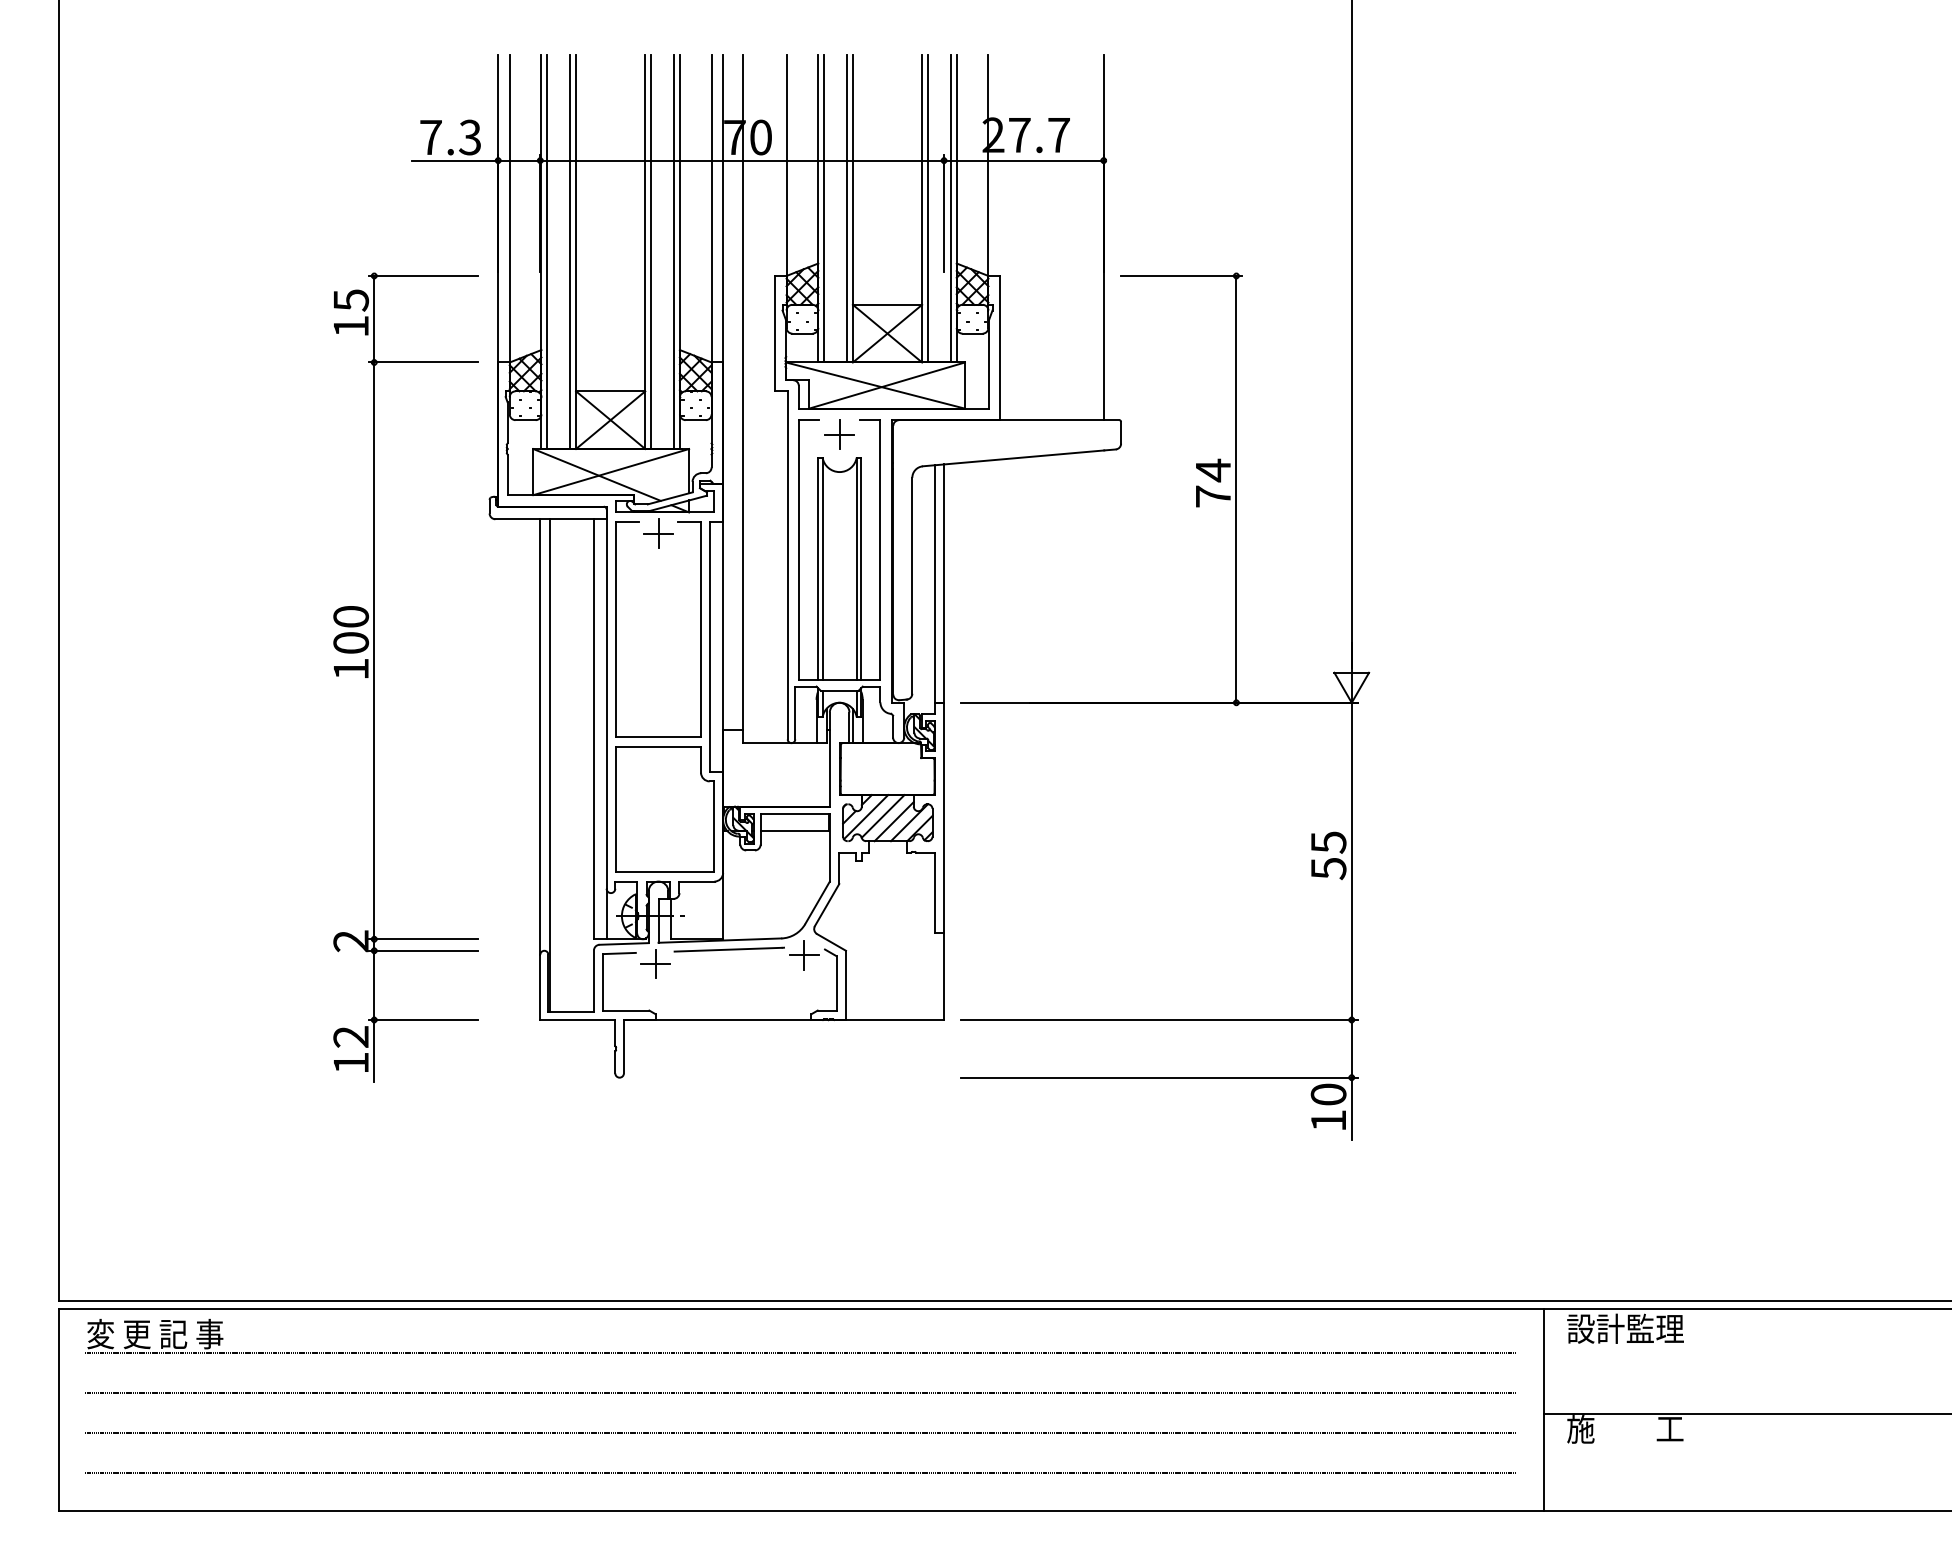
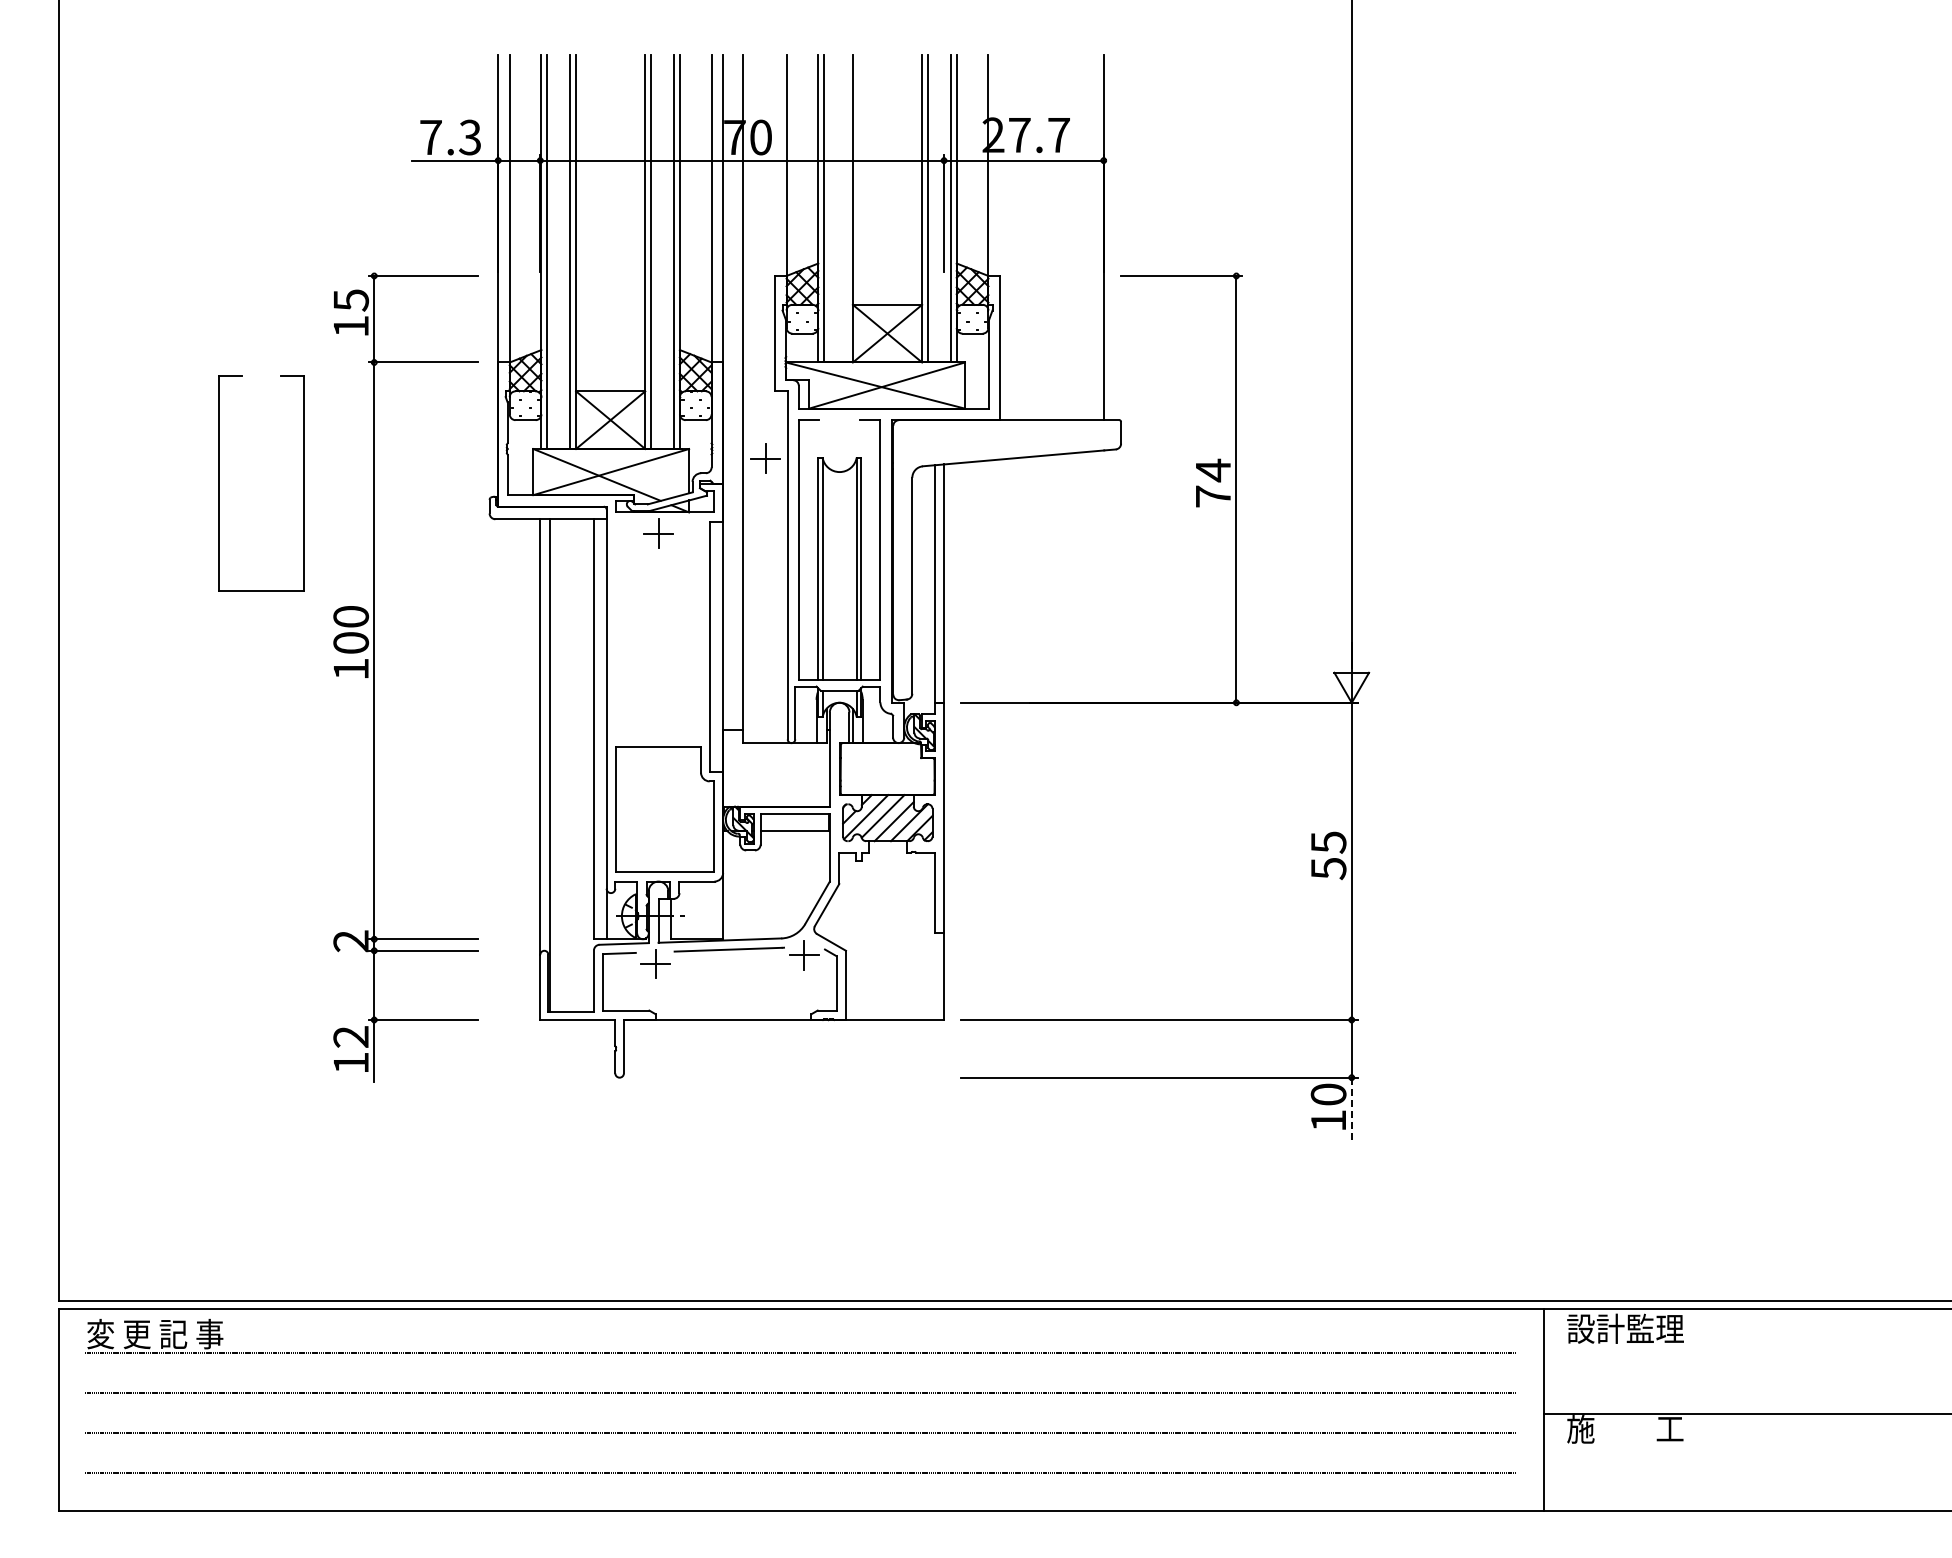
line at (847, 208): present -> none
part at (839, 434) position: (839, 434) -> (765, 458)
part at (616, 629) position: (616, 629) -> (219, 483)
line at (1351, 1108): solid -> dashed
